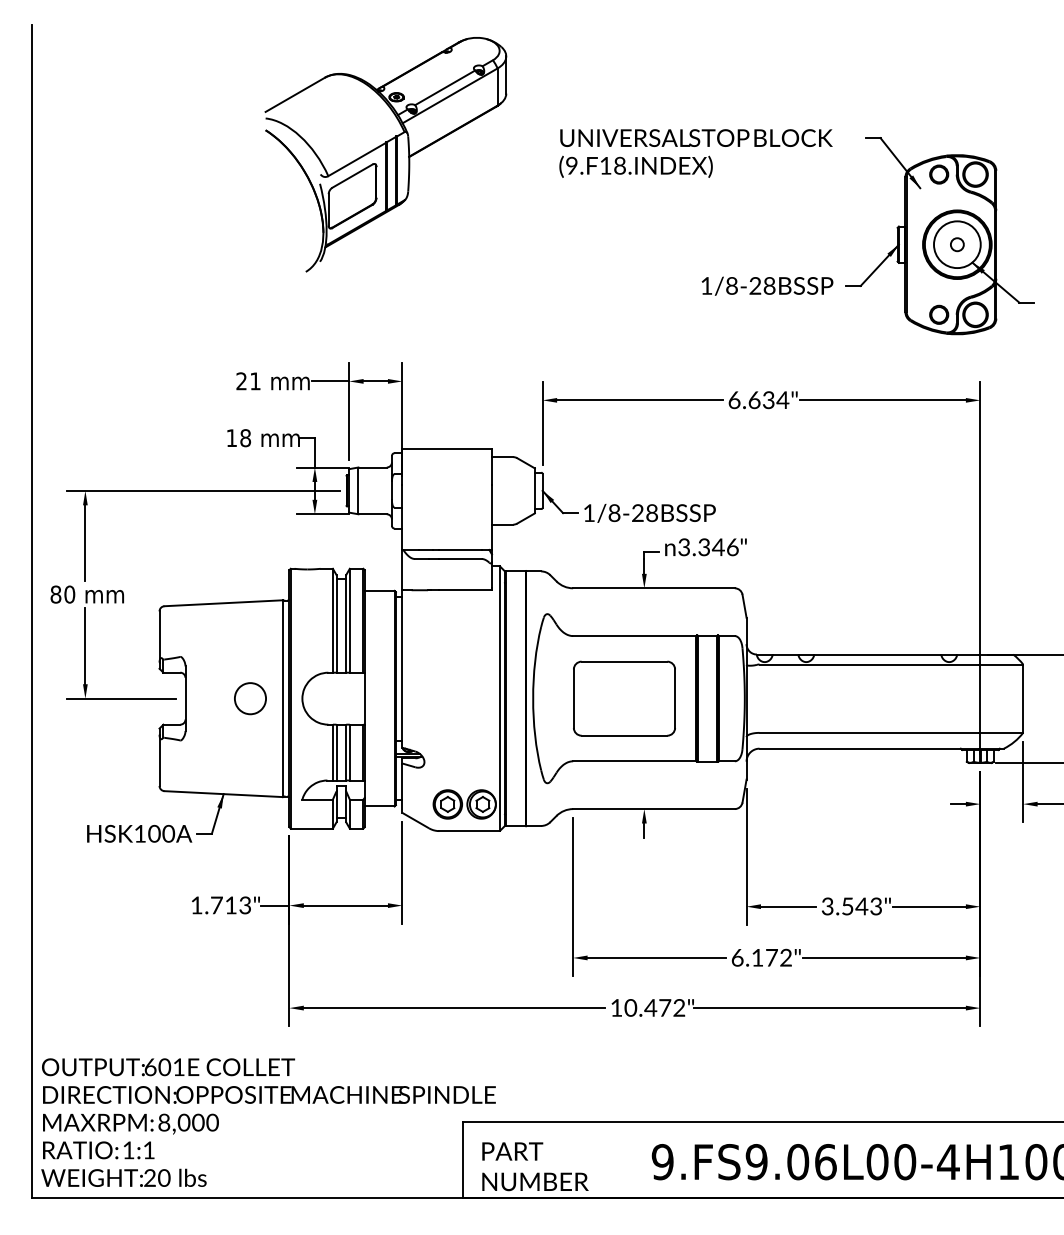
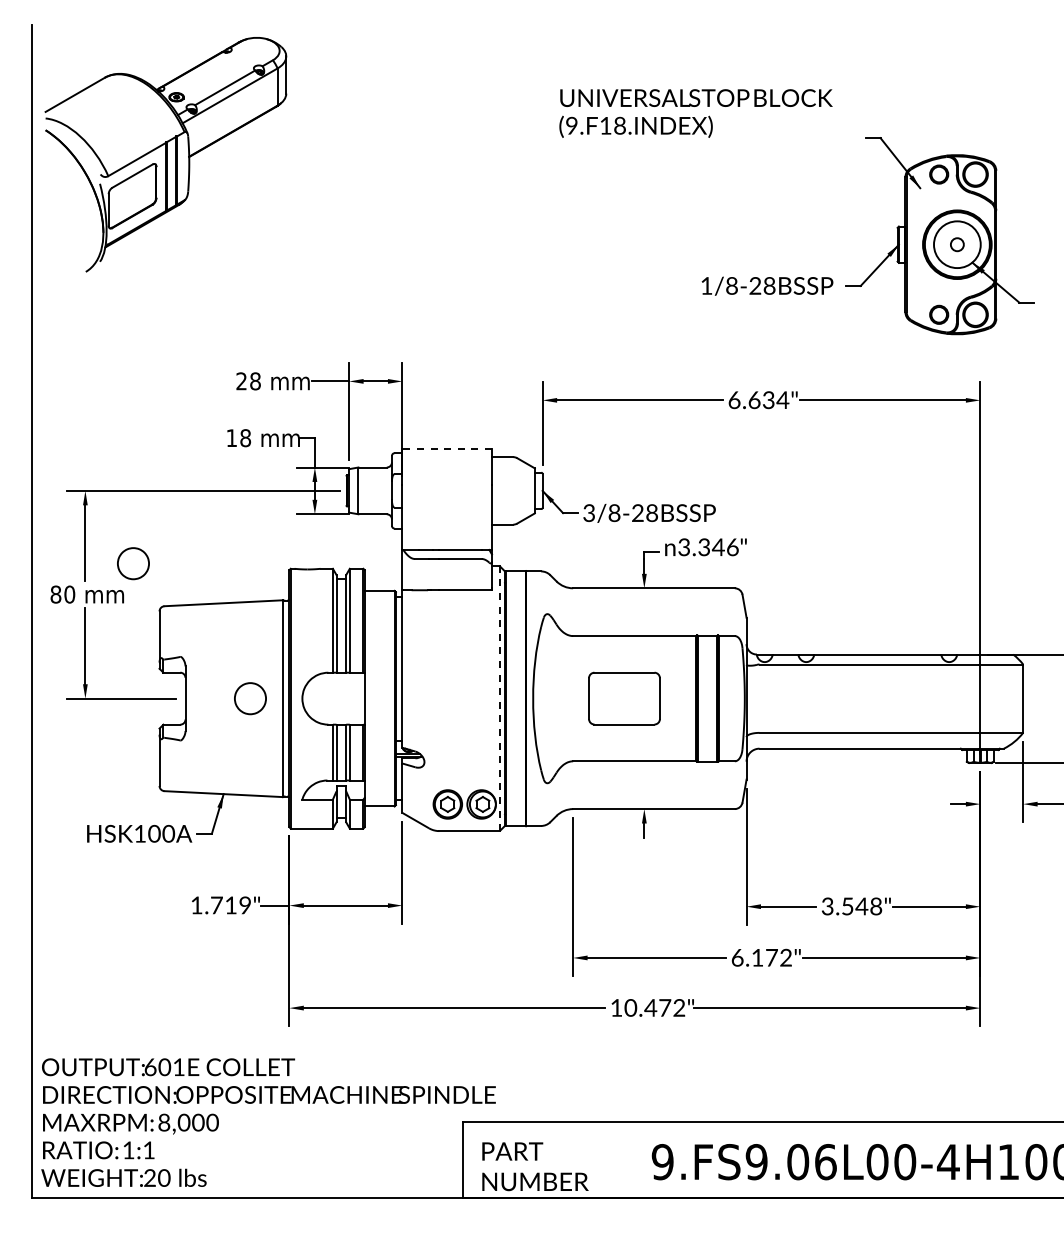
text at (695, 153) position: (695, 153) -> (695, 113)
part at (385, 154) position: (385, 154) -> (165, 154)
text at (255, 381): 21 -> 28
line at (447, 448): solid -> dashed
text at (588, 513): 1/8-28 -> 3/8-28
part at (133, 563): none -> present
line at (499, 698): solid -> dashed
part at (624, 698) size: 103x77 px -> 73x55 px
text at (244, 905): 1.713" -> 1.719"
text at (876, 906): 3.543" -> 3.548"
